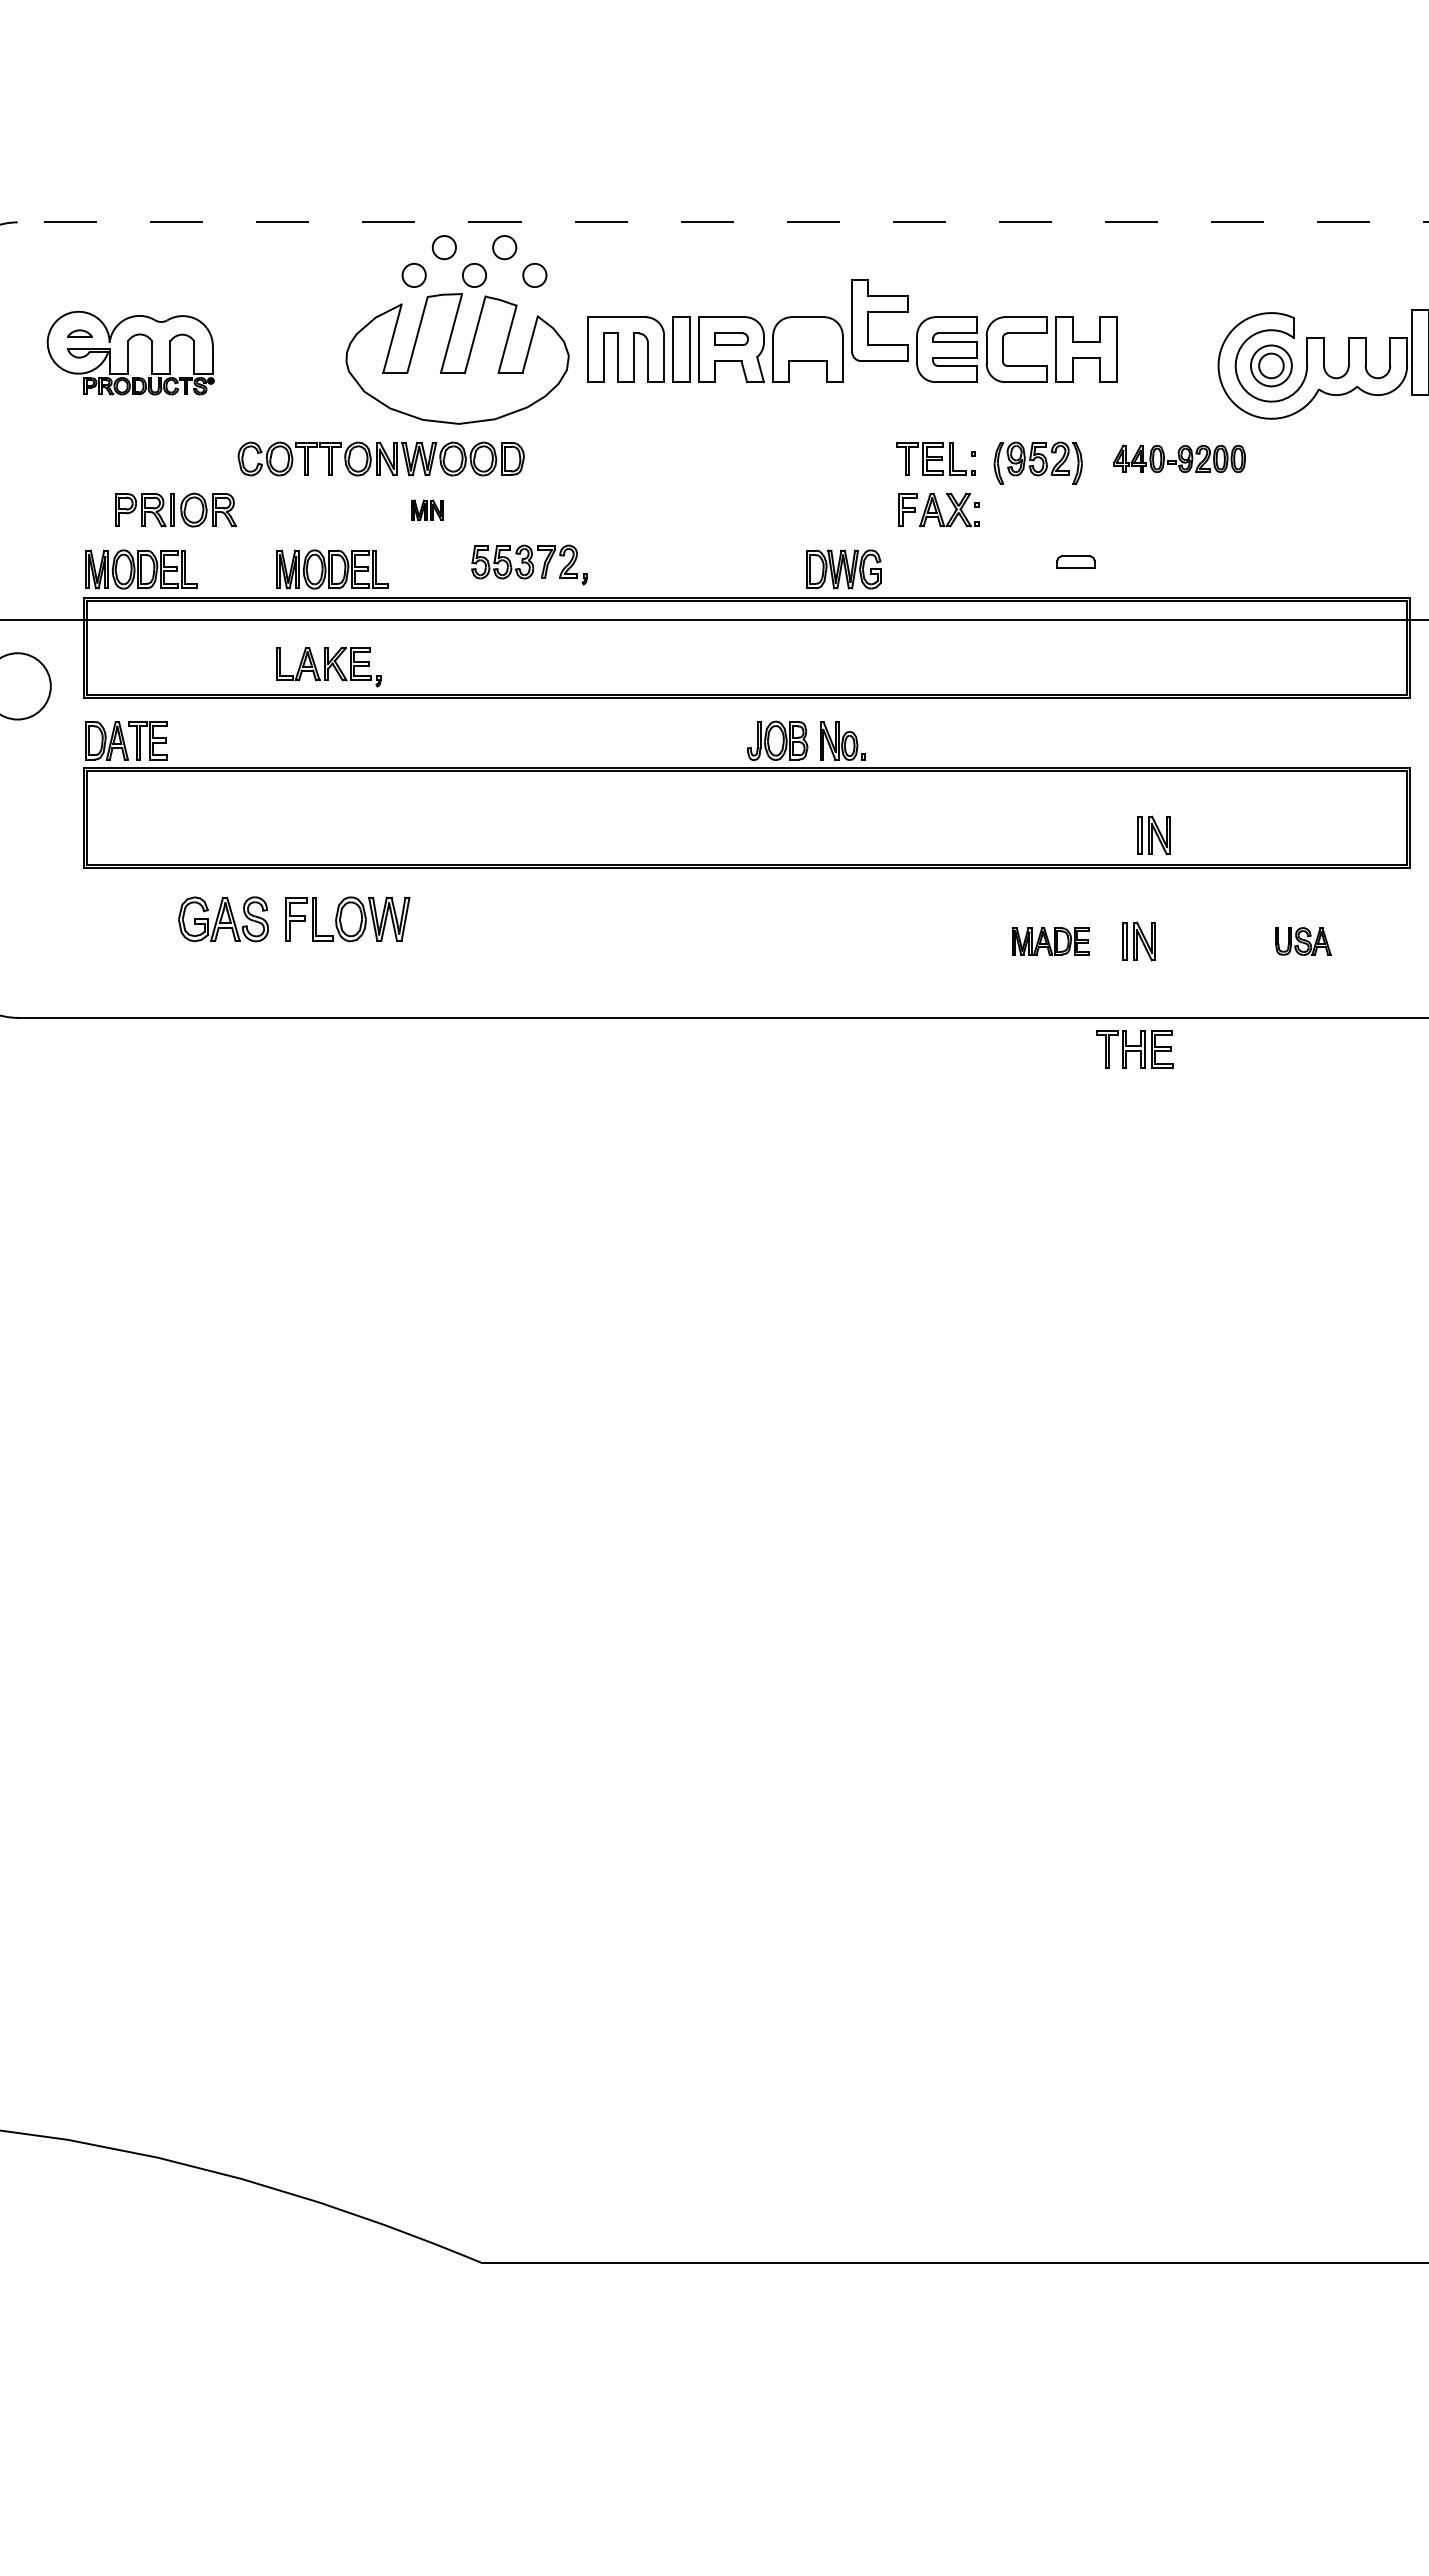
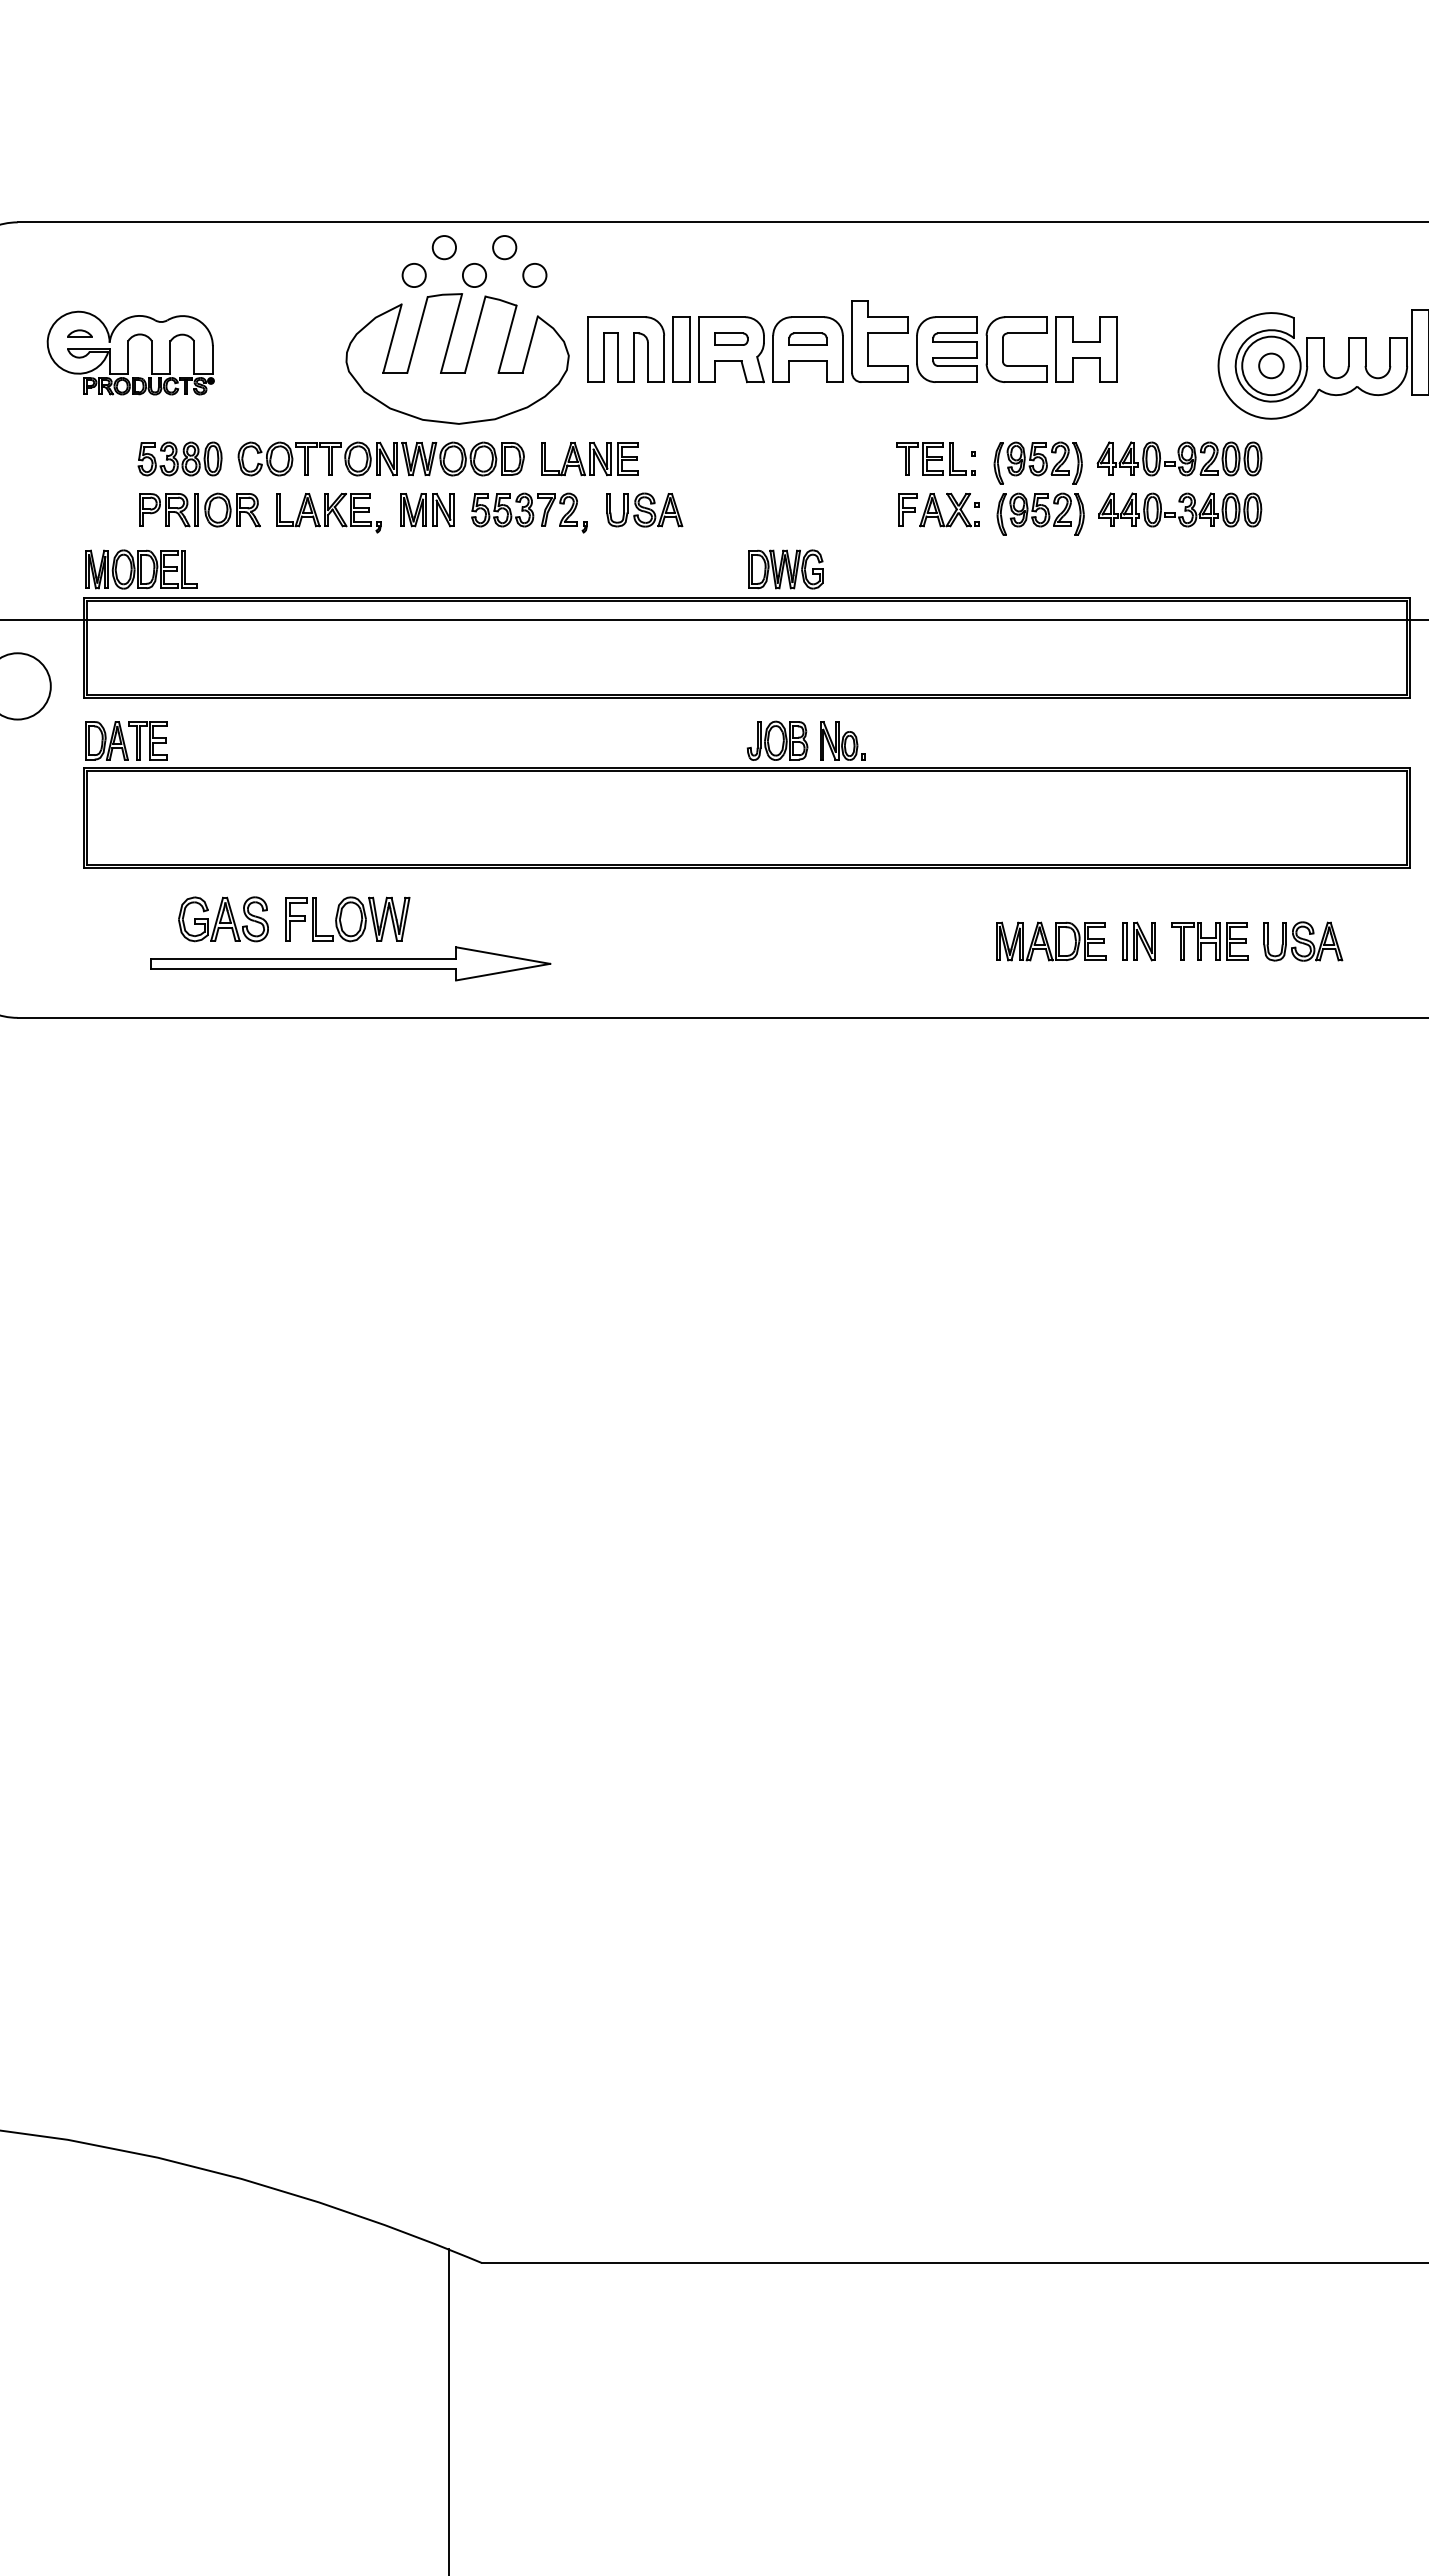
line at (722, 222): dashed -> solid
part at (879, 312) position: (879, 312) -> (879, 333)
circle at (1270, 365) diameter: 41 px -> 58 px
part at (179, 458): none -> present
part at (1179, 458) size: 133x29 px -> 167x36 px
part at (589, 459): none -> present
part at (175, 509) position: (175, 509) -> (199, 509)
part at (427, 509) size: 33x22 px -> 55x35 px
part at (644, 509): none -> present
part at (1180, 509): none -> present
part at (1040, 513): none -> present
part at (1075, 561) position: (1075, 561) -> (807, 338)
part at (529, 564) position: (529, 564) -> (529, 512)
part at (332, 569): present -> none
part at (843, 569) position: (843, 569) -> (785, 569)
part at (328, 666) position: (328, 666) -> (328, 512)
part at (1153, 835): present -> none
part at (1050, 941) size: 78x29 px -> 111x41 px
part at (1303, 941) size: 57x29 px -> 81x41 px
part at (350, 963): none -> present
part at (1134, 1049) position: (1134, 1049) -> (1209, 941)
line at (448, 2410): none -> present
